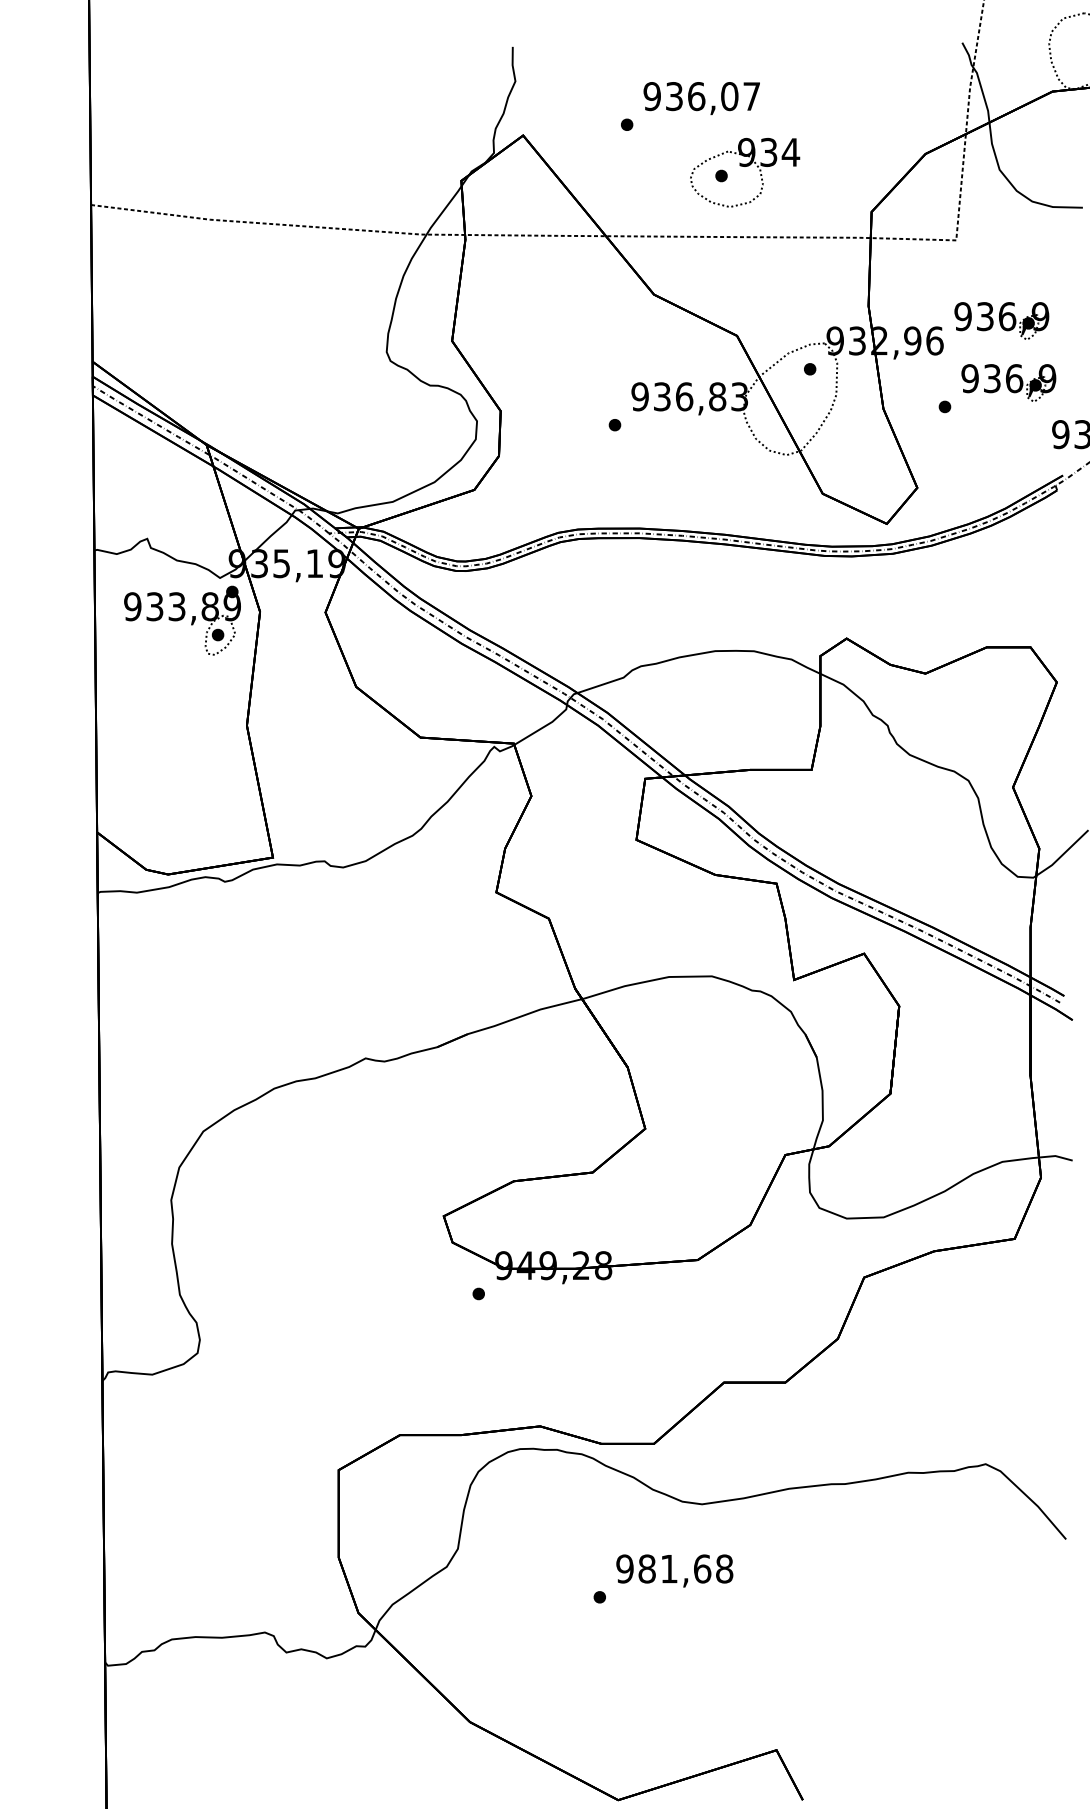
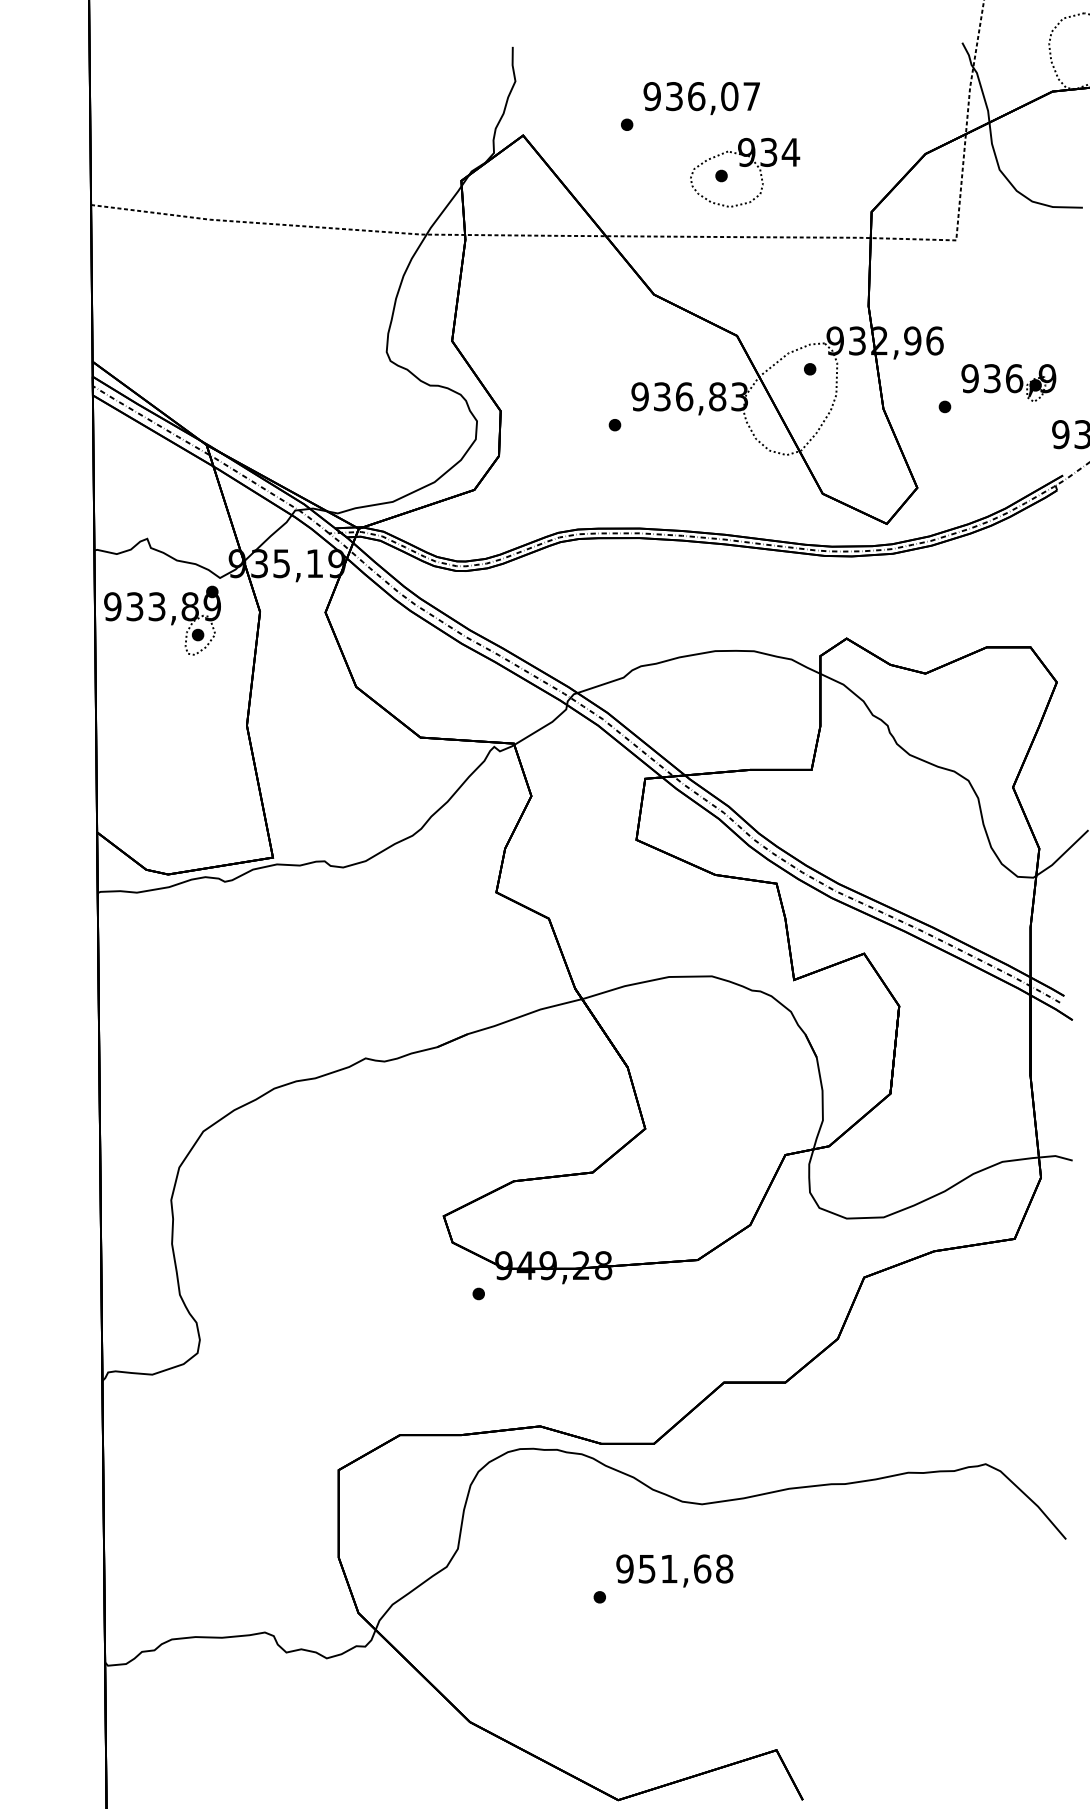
part at (1001, 320): present -> none
part at (182, 620) position: (182, 620) -> (162, 620)
text at (646, 1568): 981,68 -> 951,68
